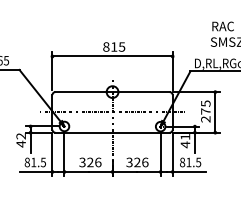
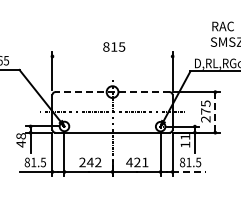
line at (112, 56): present -> none
line at (112, 92): solid -> dashed
line at (215, 112): solid -> dashed
text at (20, 136): 42 -> 48
text at (185, 144): 41 -> 11
text at (90, 162): 326 -> 242
text at (137, 162): 326 -> 421
line at (189, 171): solid -> dashed
